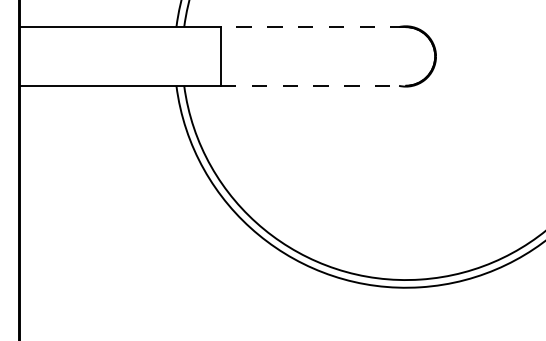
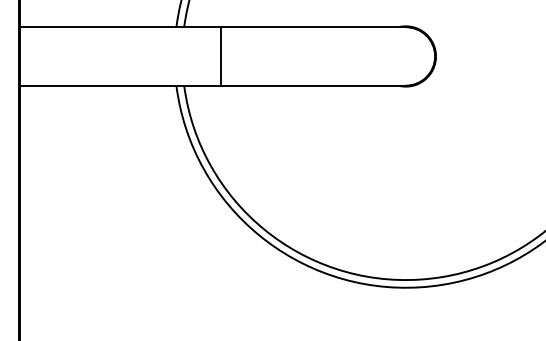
line at (313, 27): dashed -> solid
line at (313, 85): dashed -> solid
